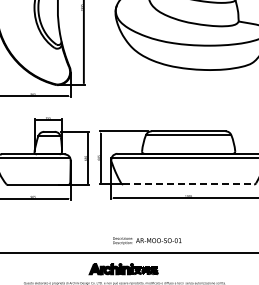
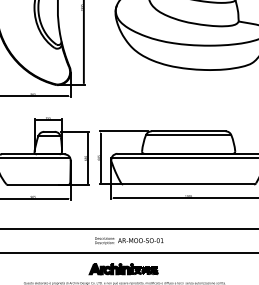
line at (189, 184): dashed -> solid
line at (128, 229): none -> present
text at (147, 240) position: (147, 240) -> (129, 240)
